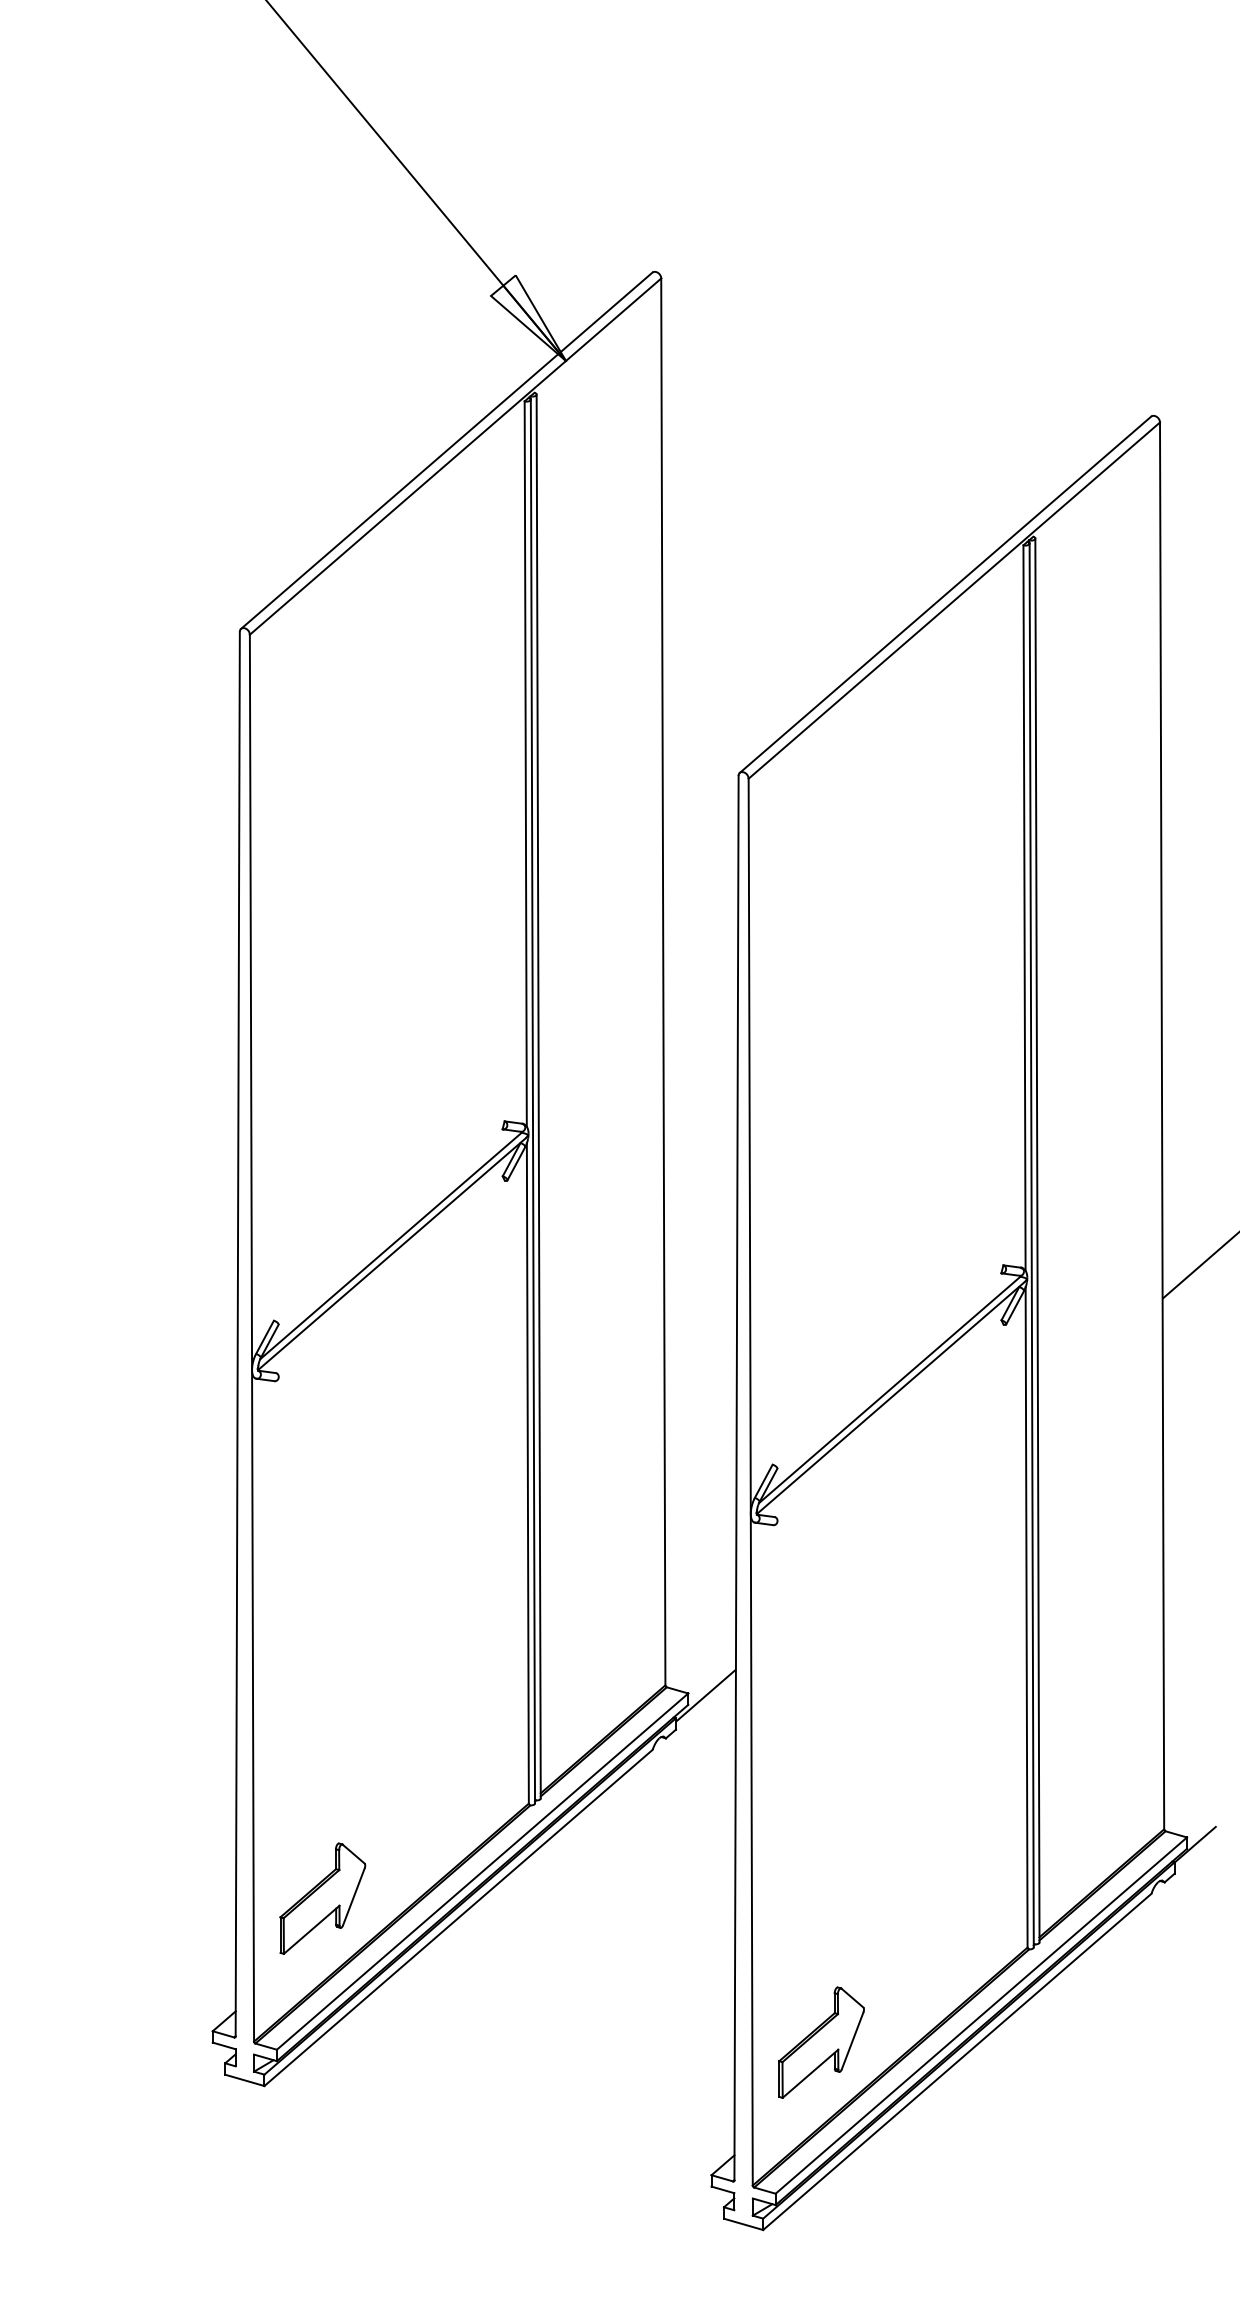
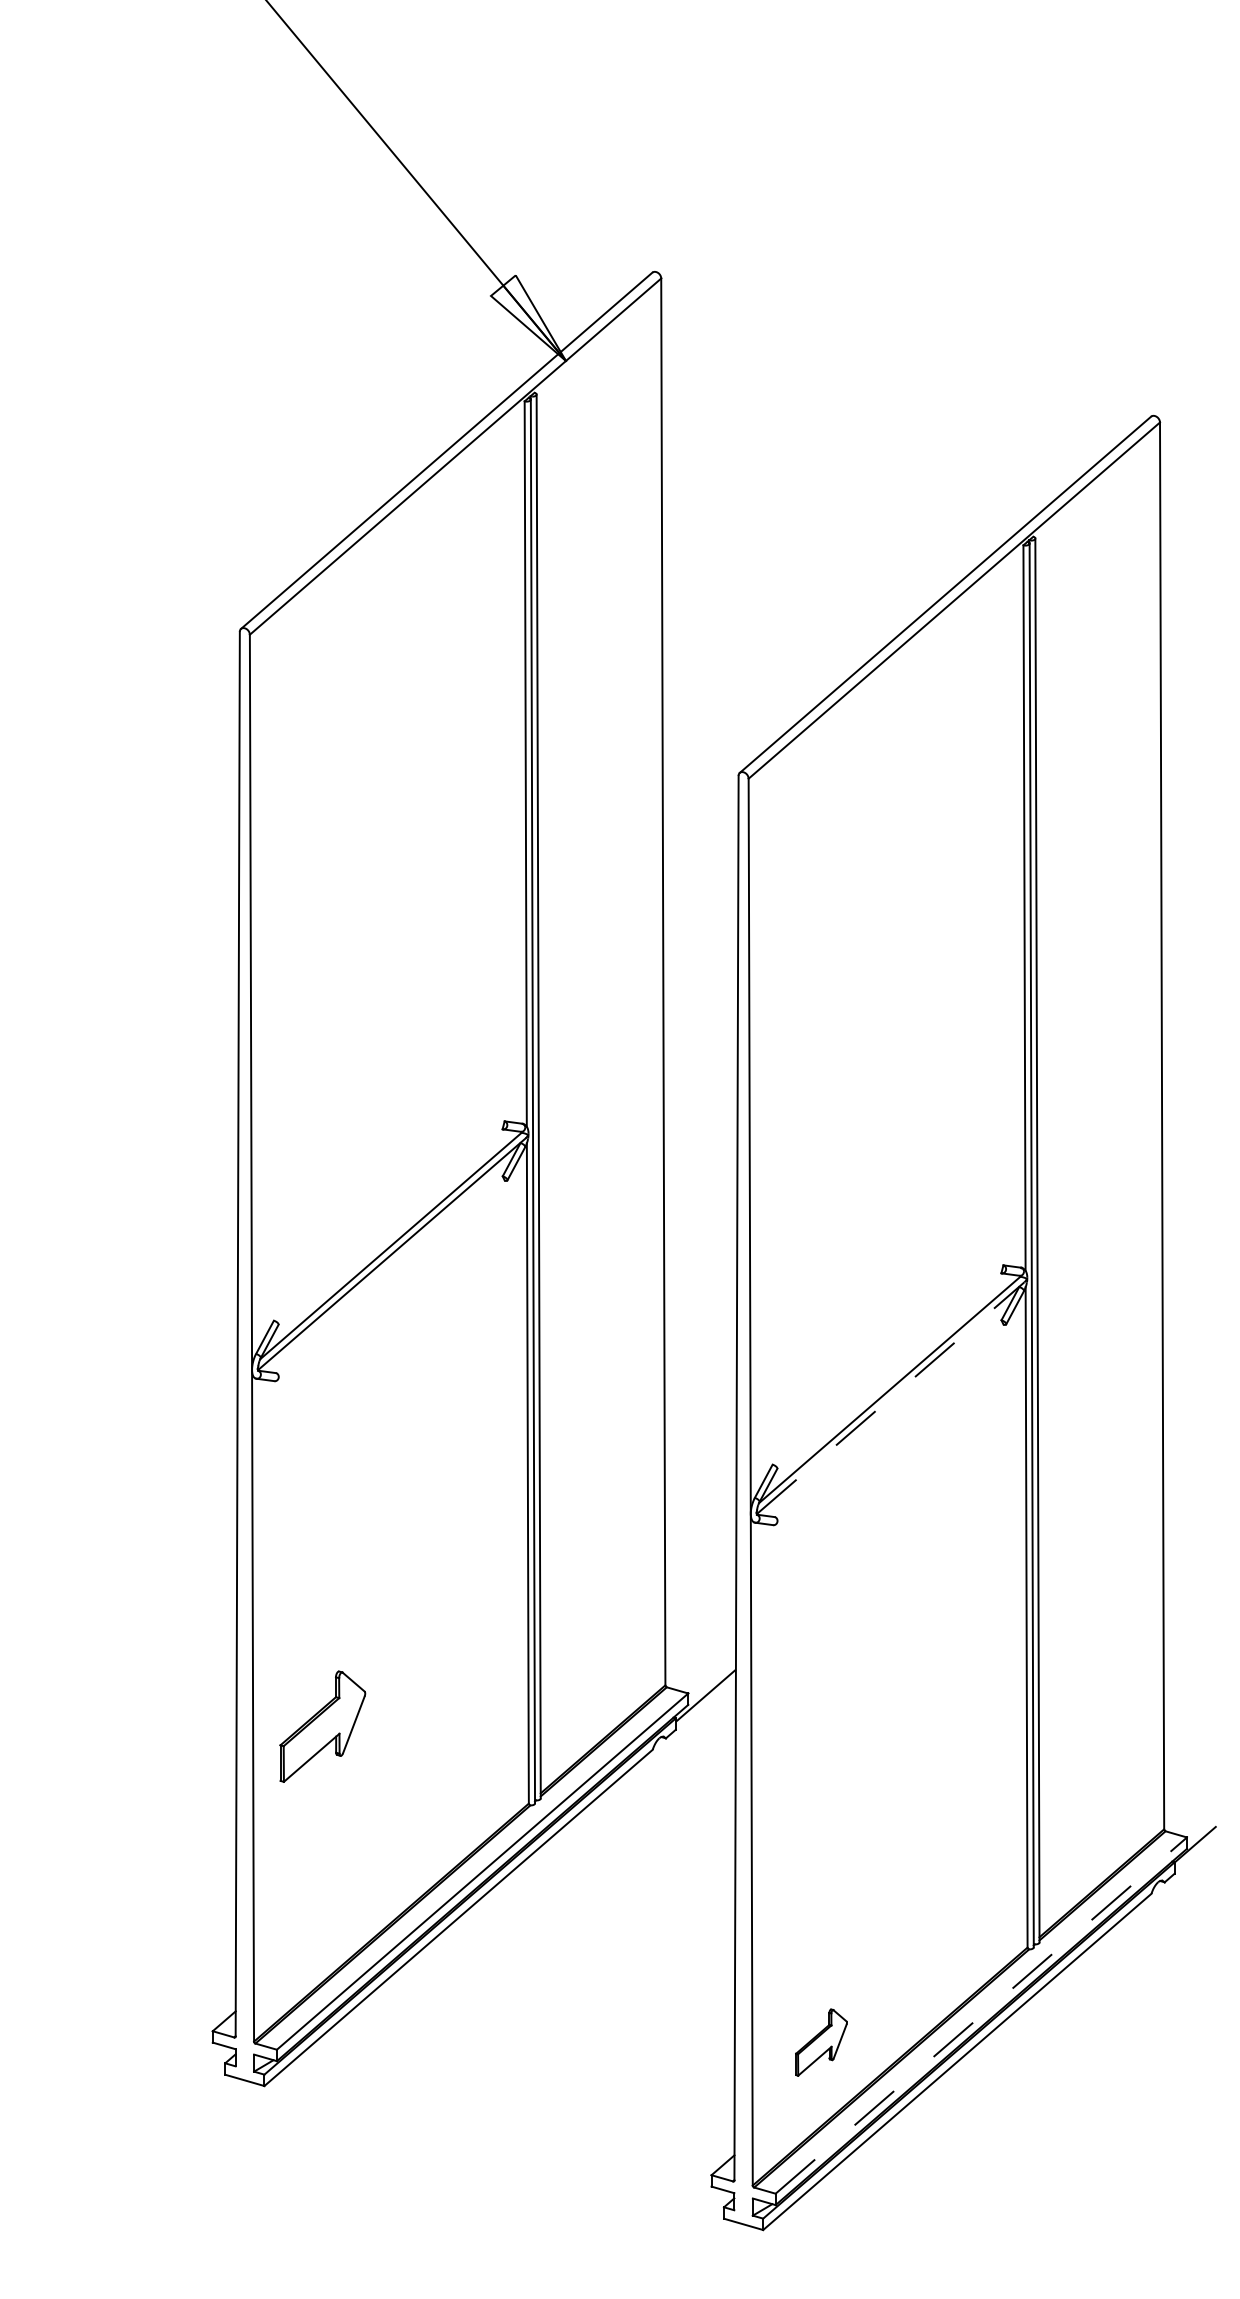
line at (1199, 1266): present -> none
line at (890, 1398): solid -> dashed
part at (322, 1898) position: (322, 1898) -> (322, 1726)
line at (981, 2015): solid -> dashed
part at (821, 2042) size: 87x113 px -> 53x69 px
